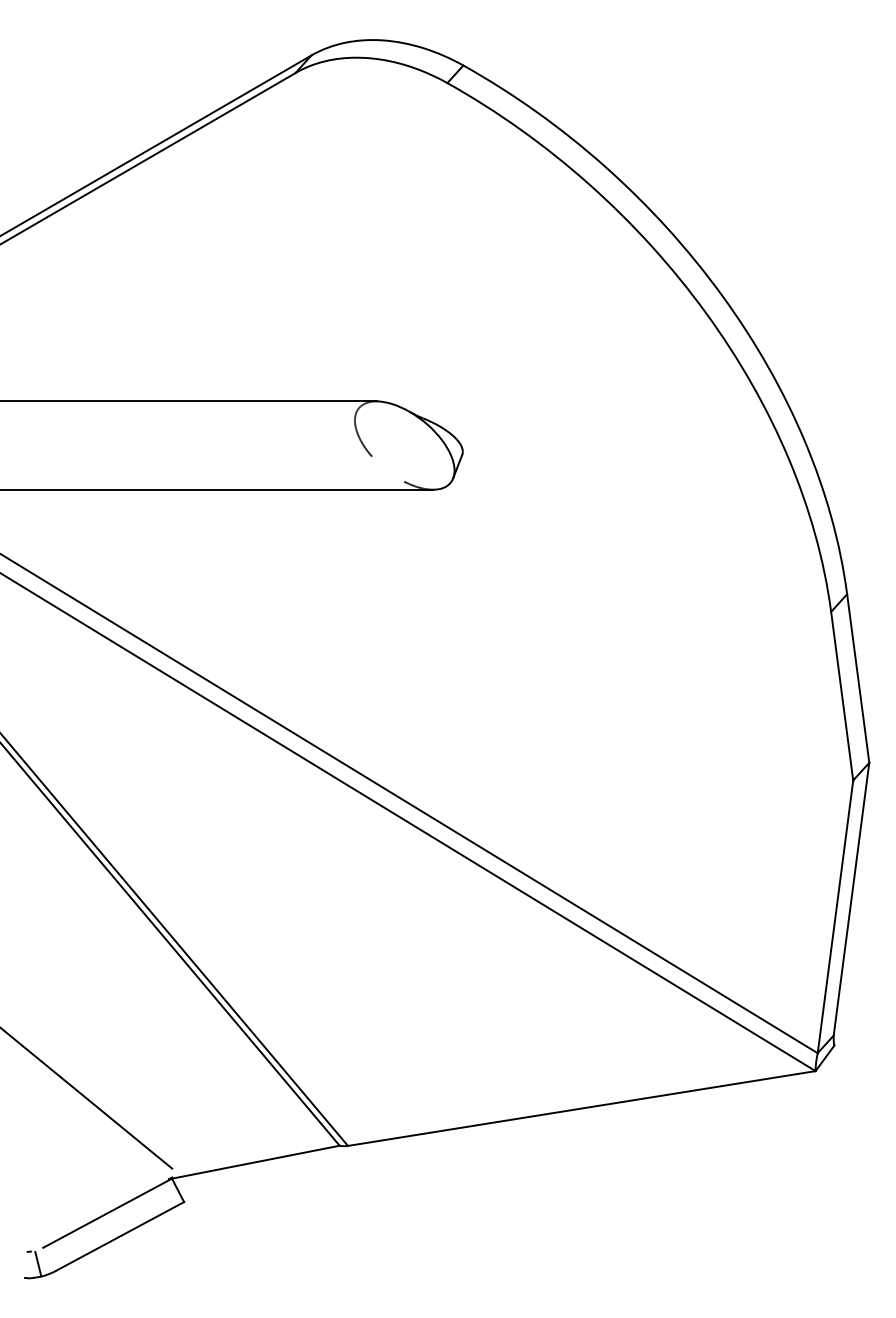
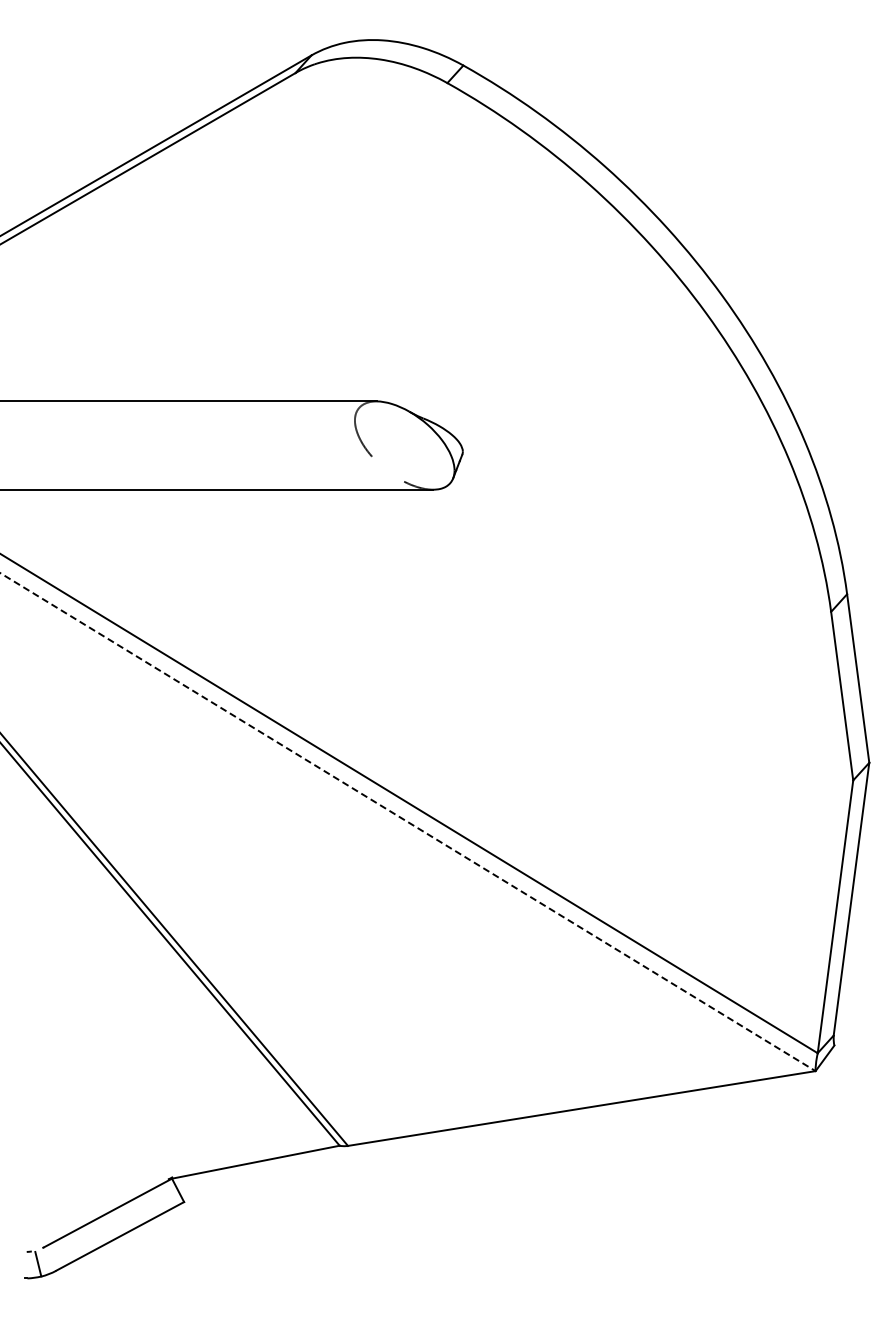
line at (407, 822): solid -> dashed
line at (87, 1098): present -> none
